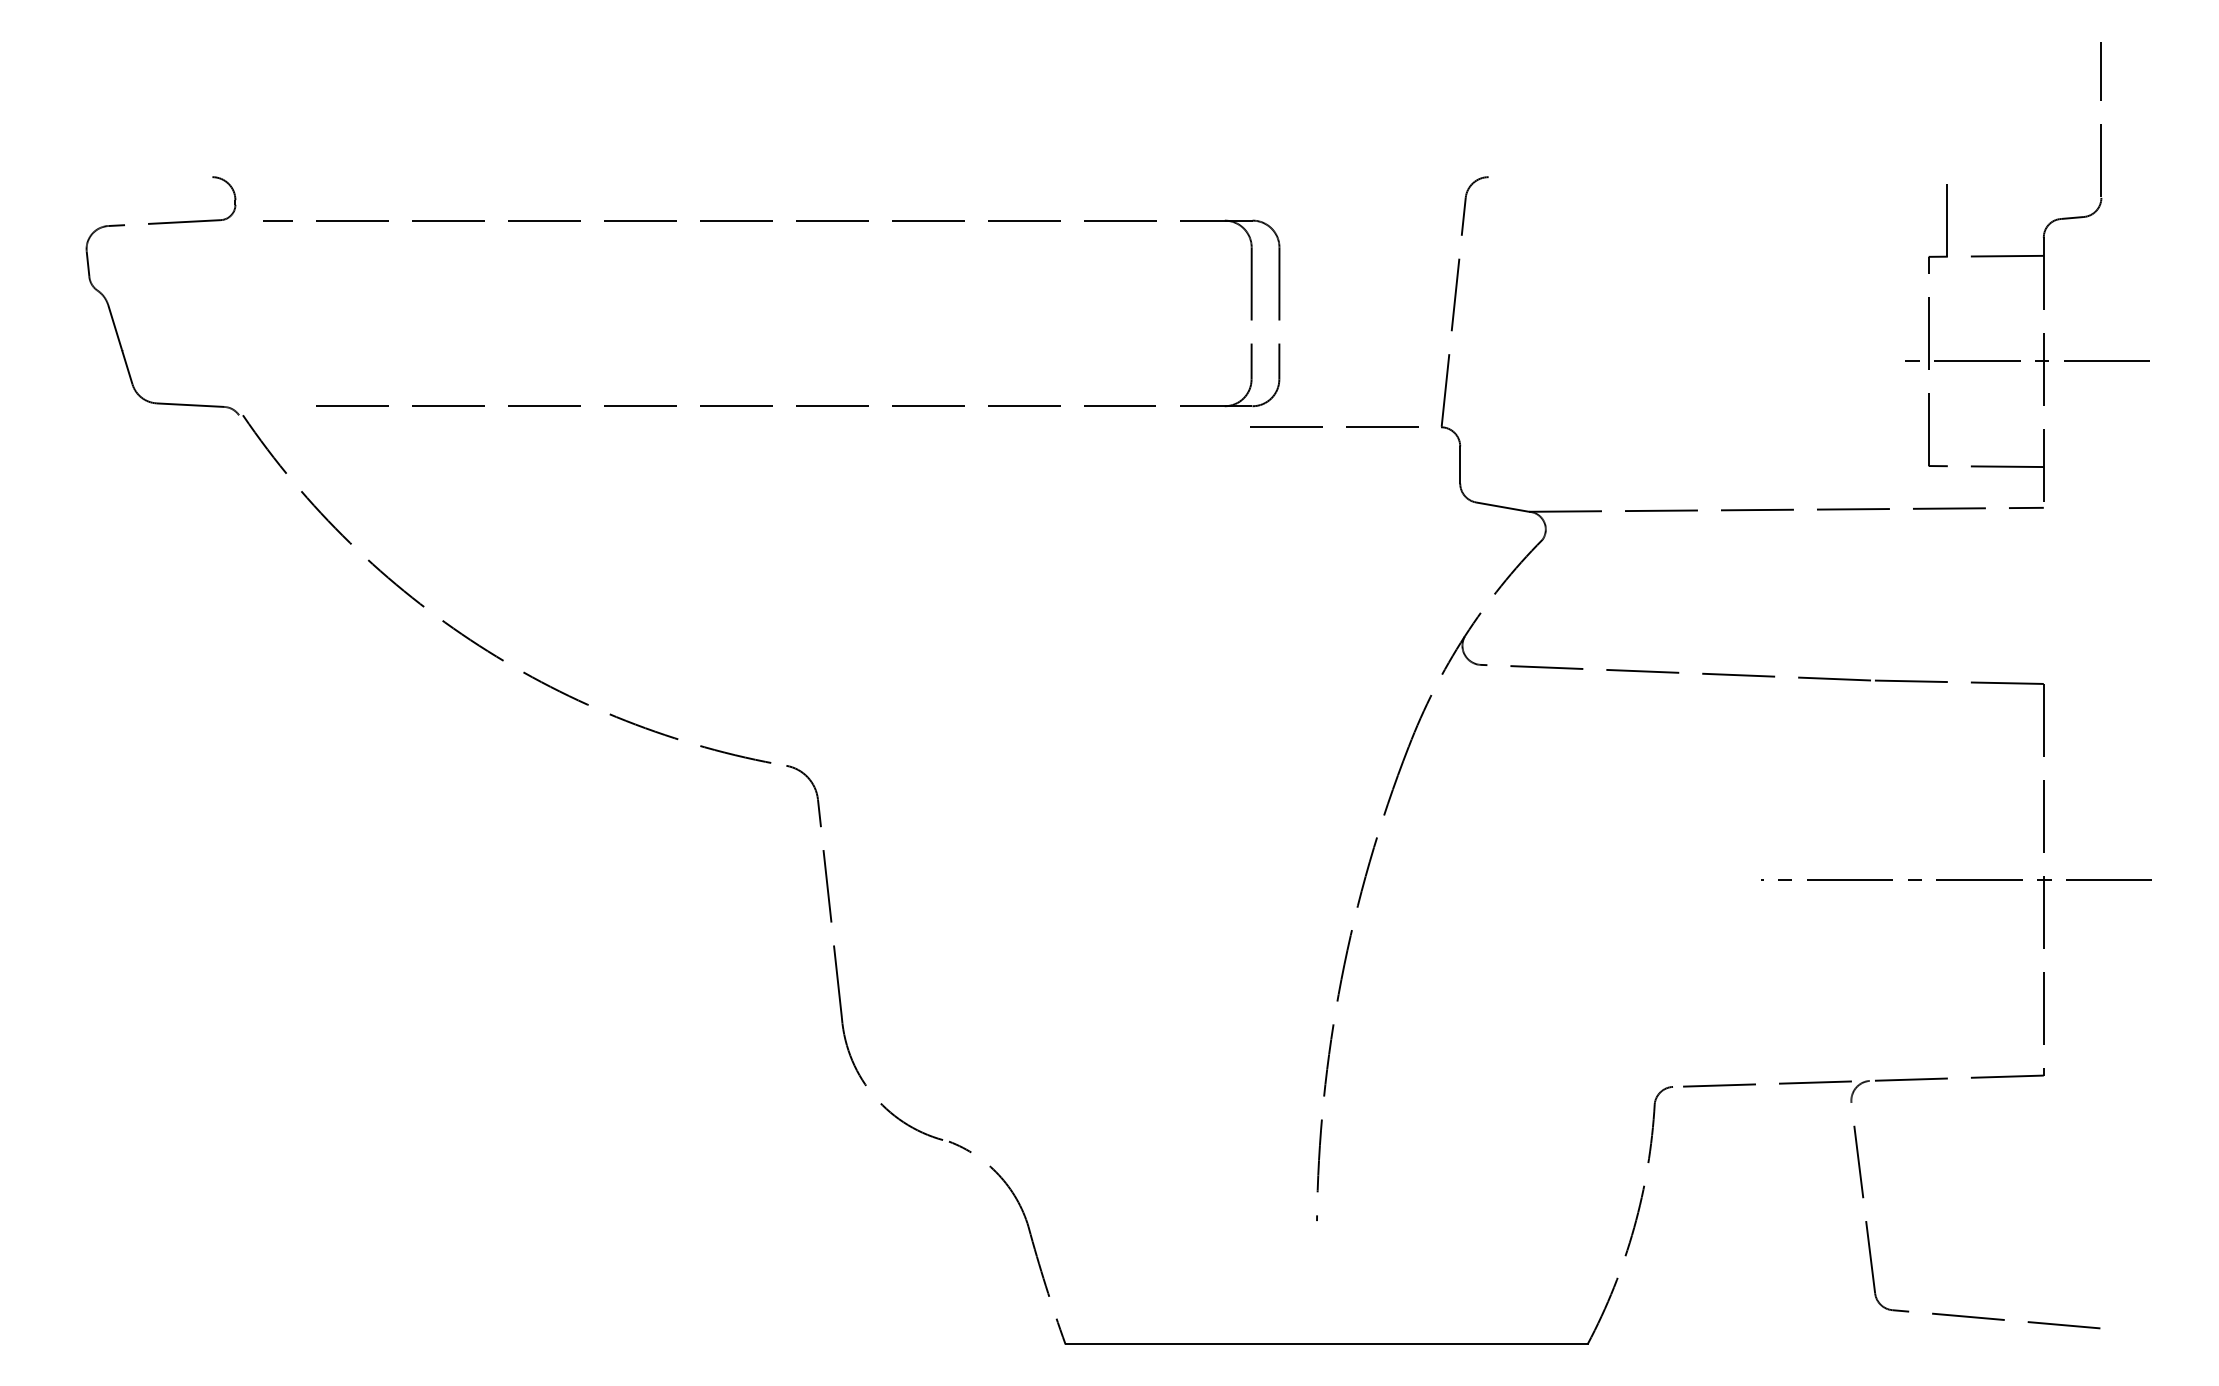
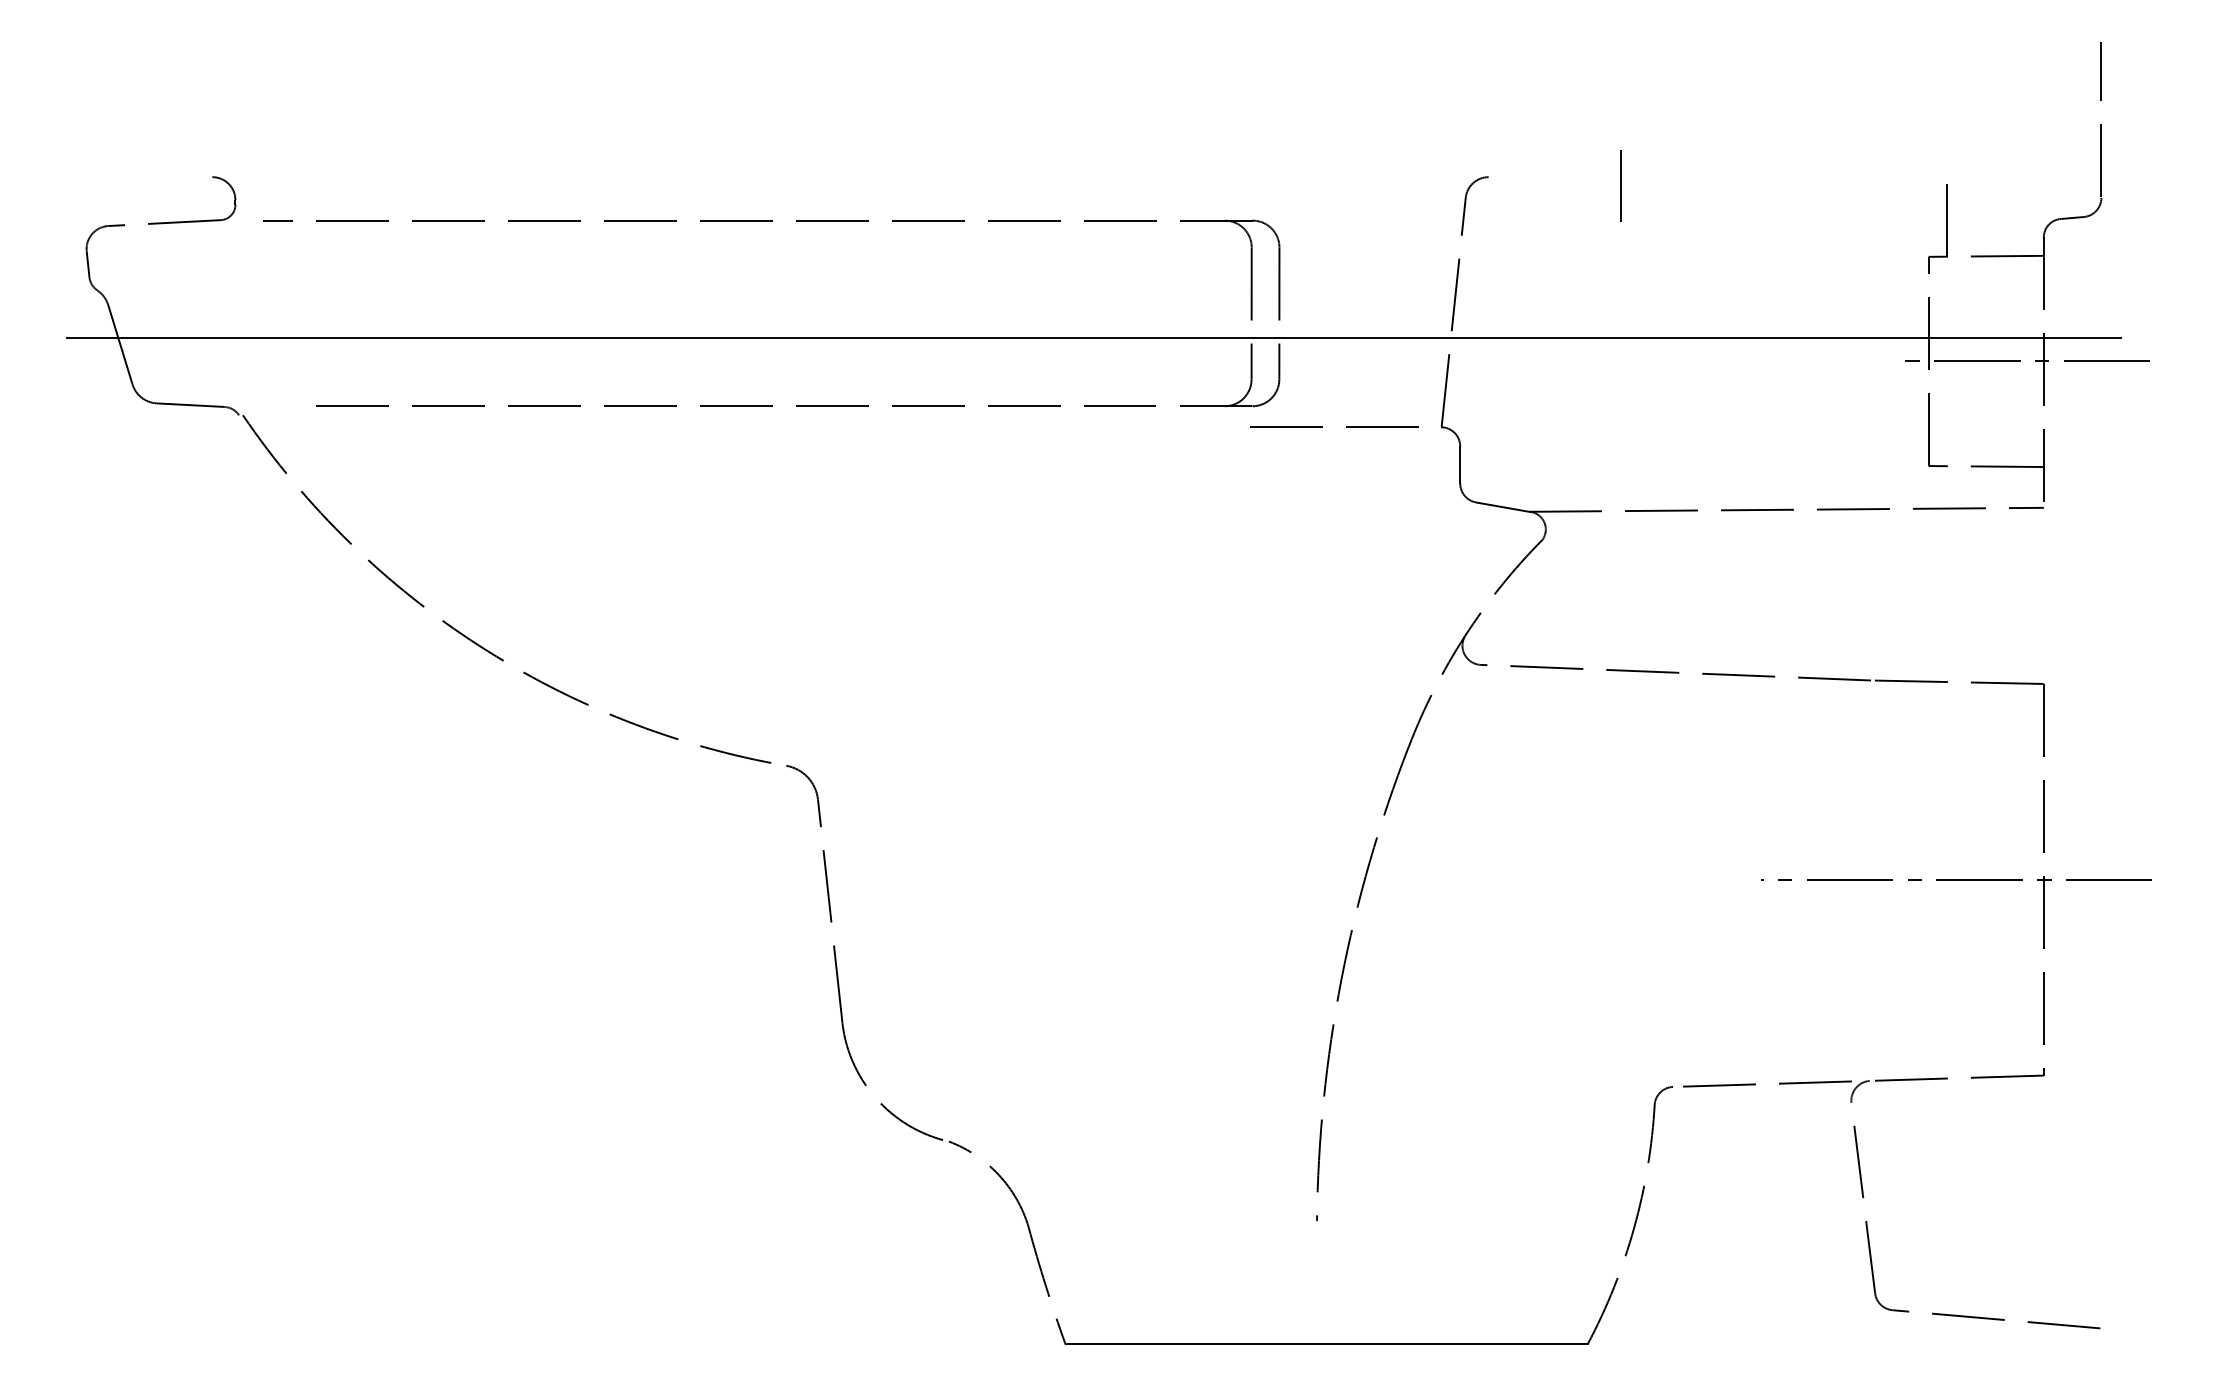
line at (1620, 185): none -> present
line at (1093, 338): none -> present
